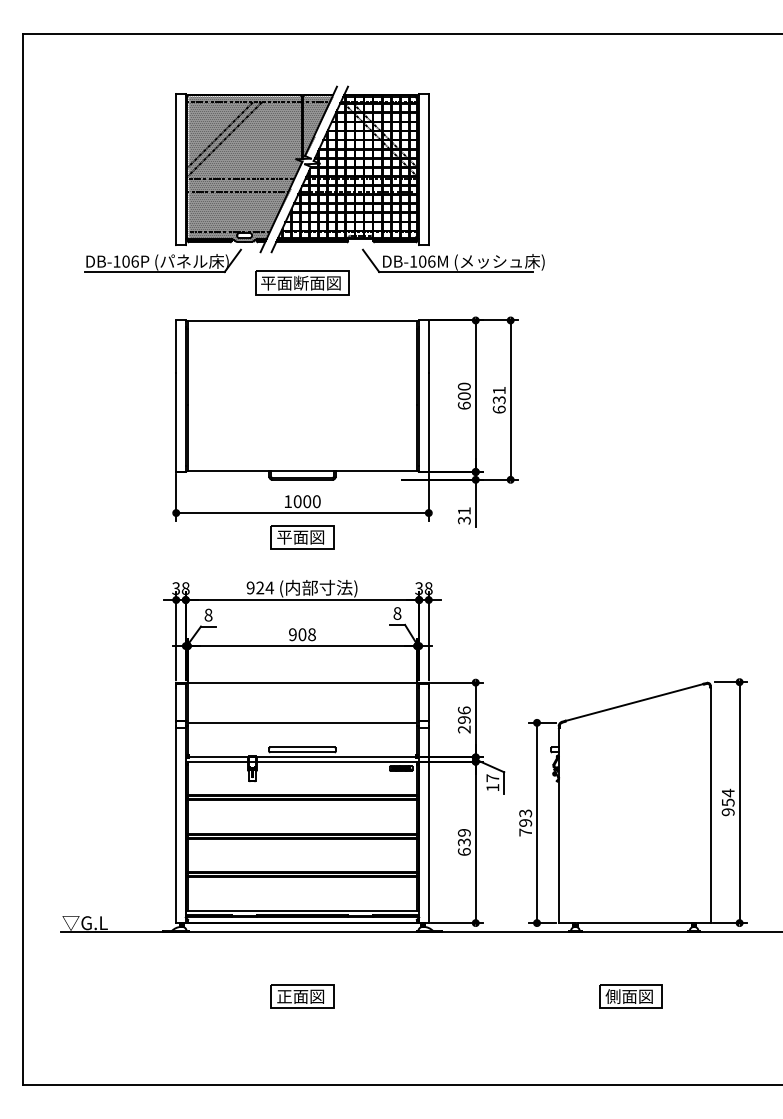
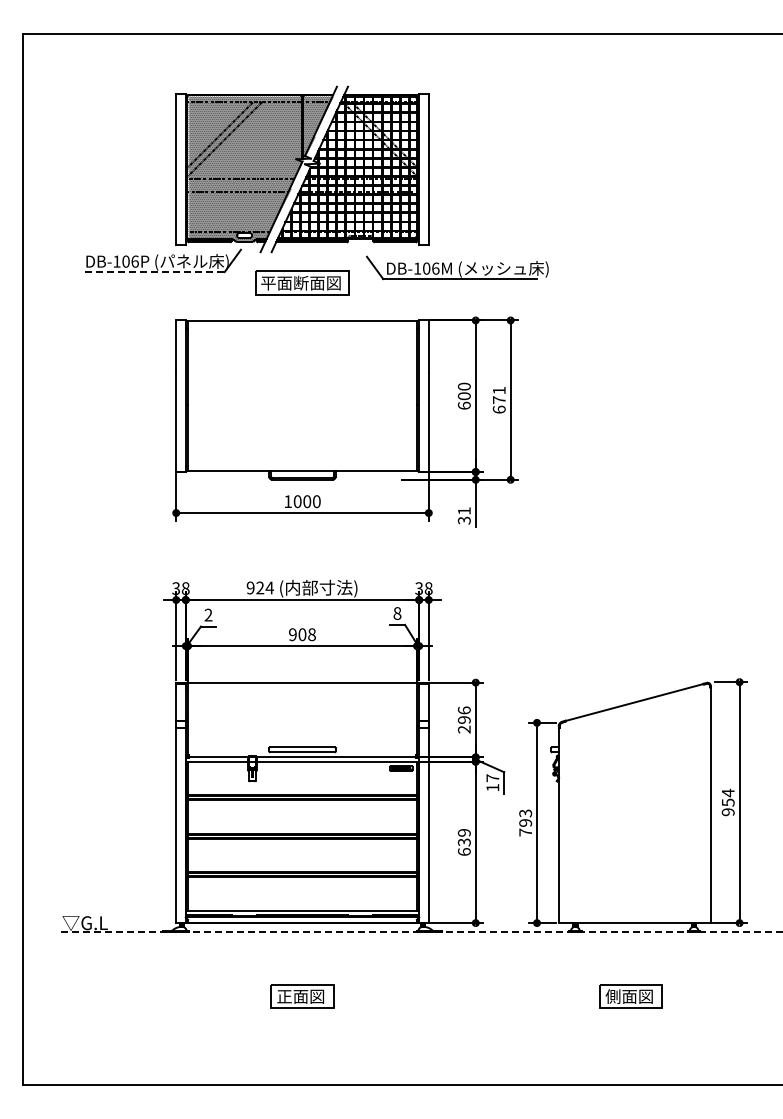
part at (453, 260) position: (453, 260) -> (457, 267)
line at (154, 272): solid -> dashed
text at (498, 400): 631 -> 671
part at (302, 537): present -> none
text at (208, 614): 8 -> 2
line at (302, 722): present -> none
line at (422, 931): solid -> dashed
